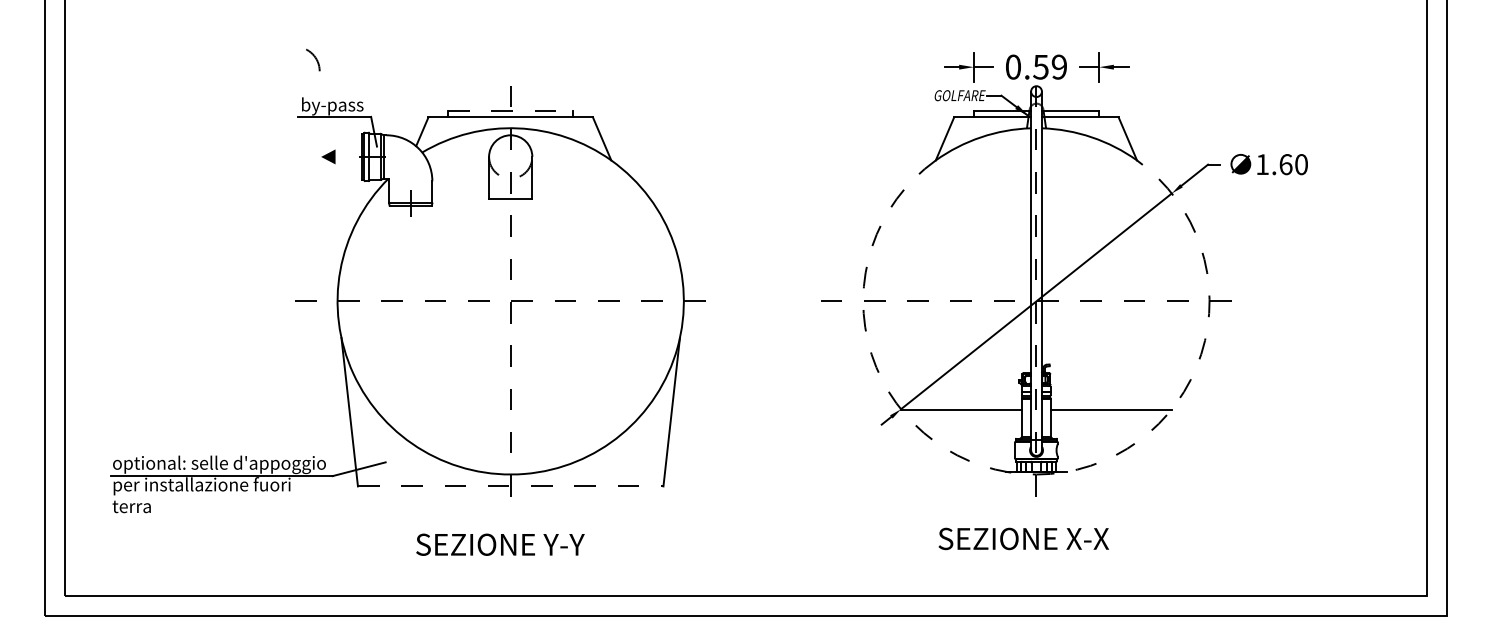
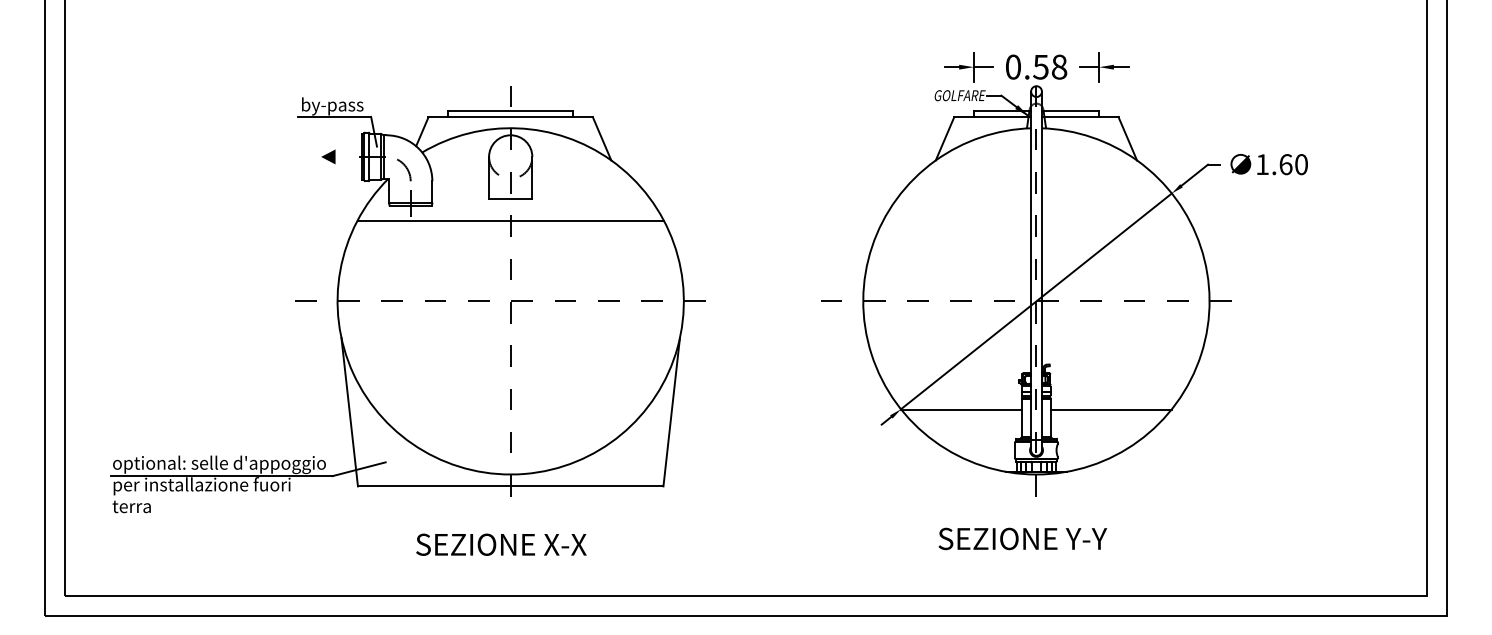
arc at (314, 58) position: (314, 58) -> (405, 168)
text at (1059, 66): 0.59 -> 0.58
line at (510, 110): dashed -> solid
line at (510, 220): none -> present
arc at (1036, 474): dashed -> solid
line at (510, 486): dashed -> solid
text at (1087, 538): SEZIONE X-X -> SEZIONE Y-Y
text at (564, 544): SEZIONE Y-Y -> SEZIONE X-X
